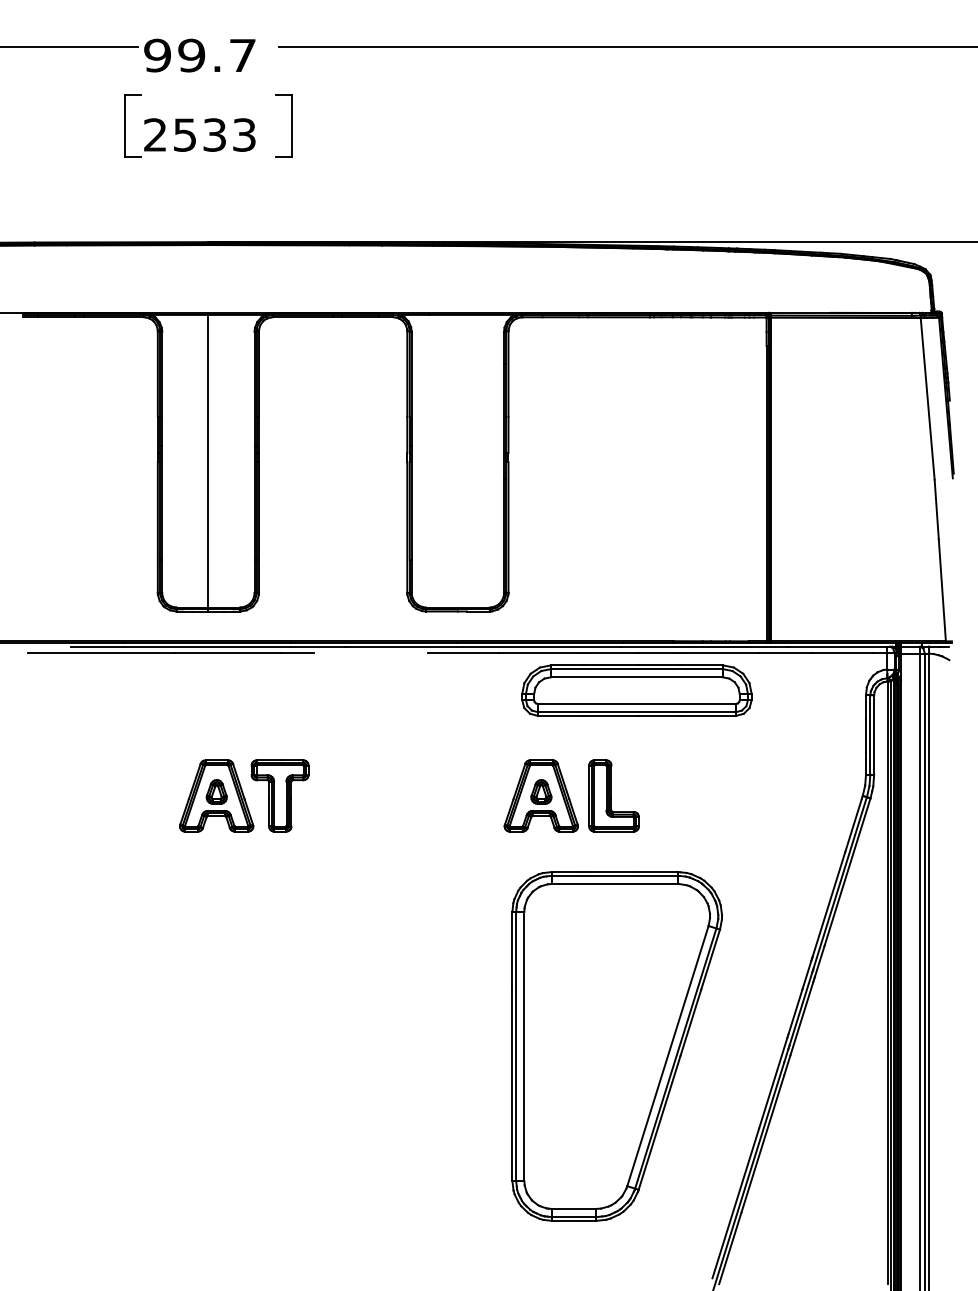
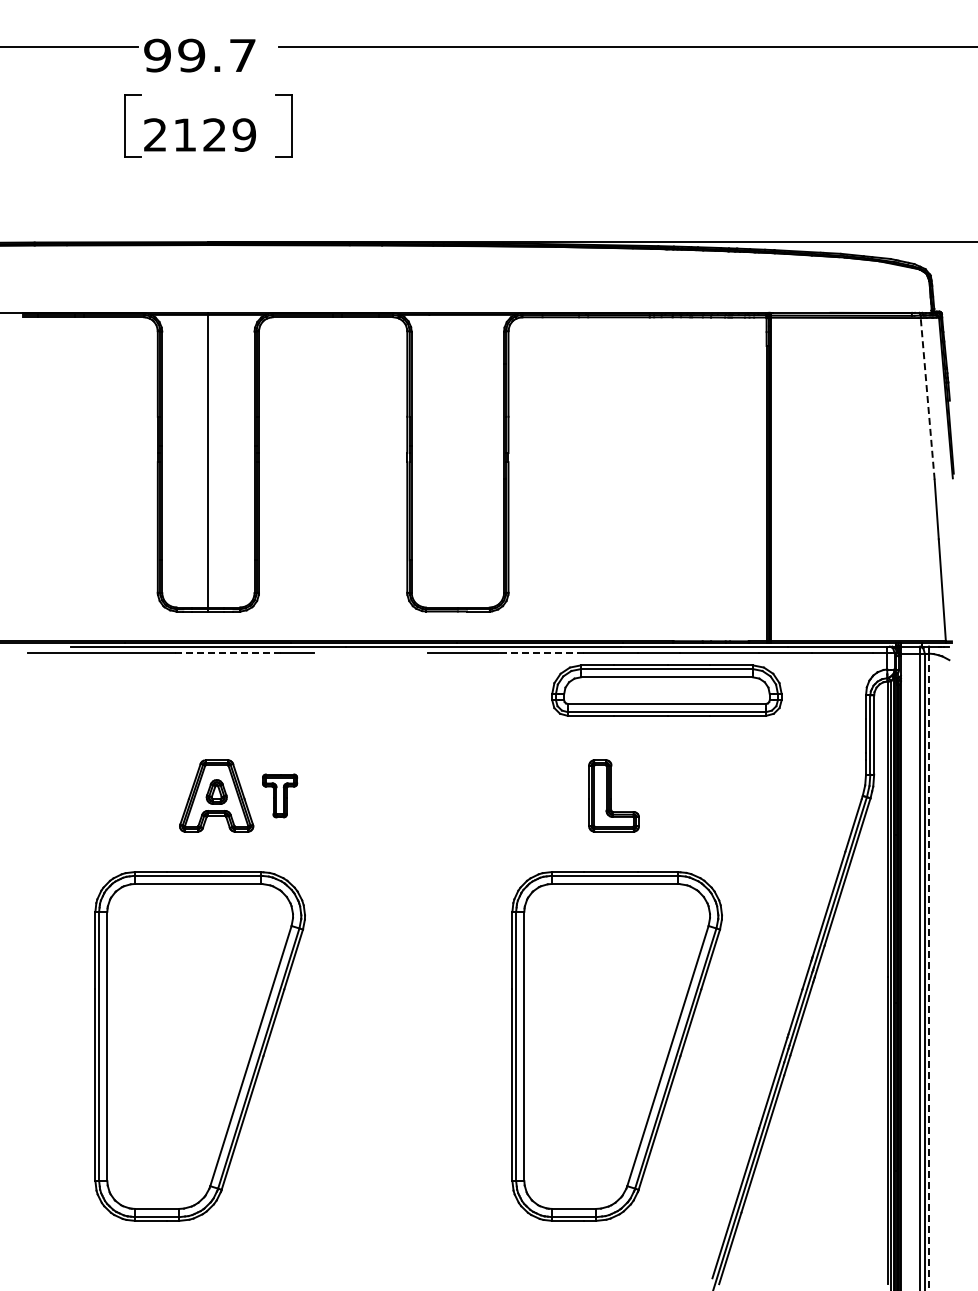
text at (215, 134): 2533 -> 2129
line at (927, 398): solid -> dashed
line at (227, 652): solid -> dashed
line at (541, 652): solid -> dashed
part at (636, 690) position: (636, 690) -> (666, 690)
part at (279, 795) size: 60x74 px -> 37x46 px
part at (540, 795): present -> none
line at (929, 972): solid -> dashed
part at (199, 1046): none -> present
